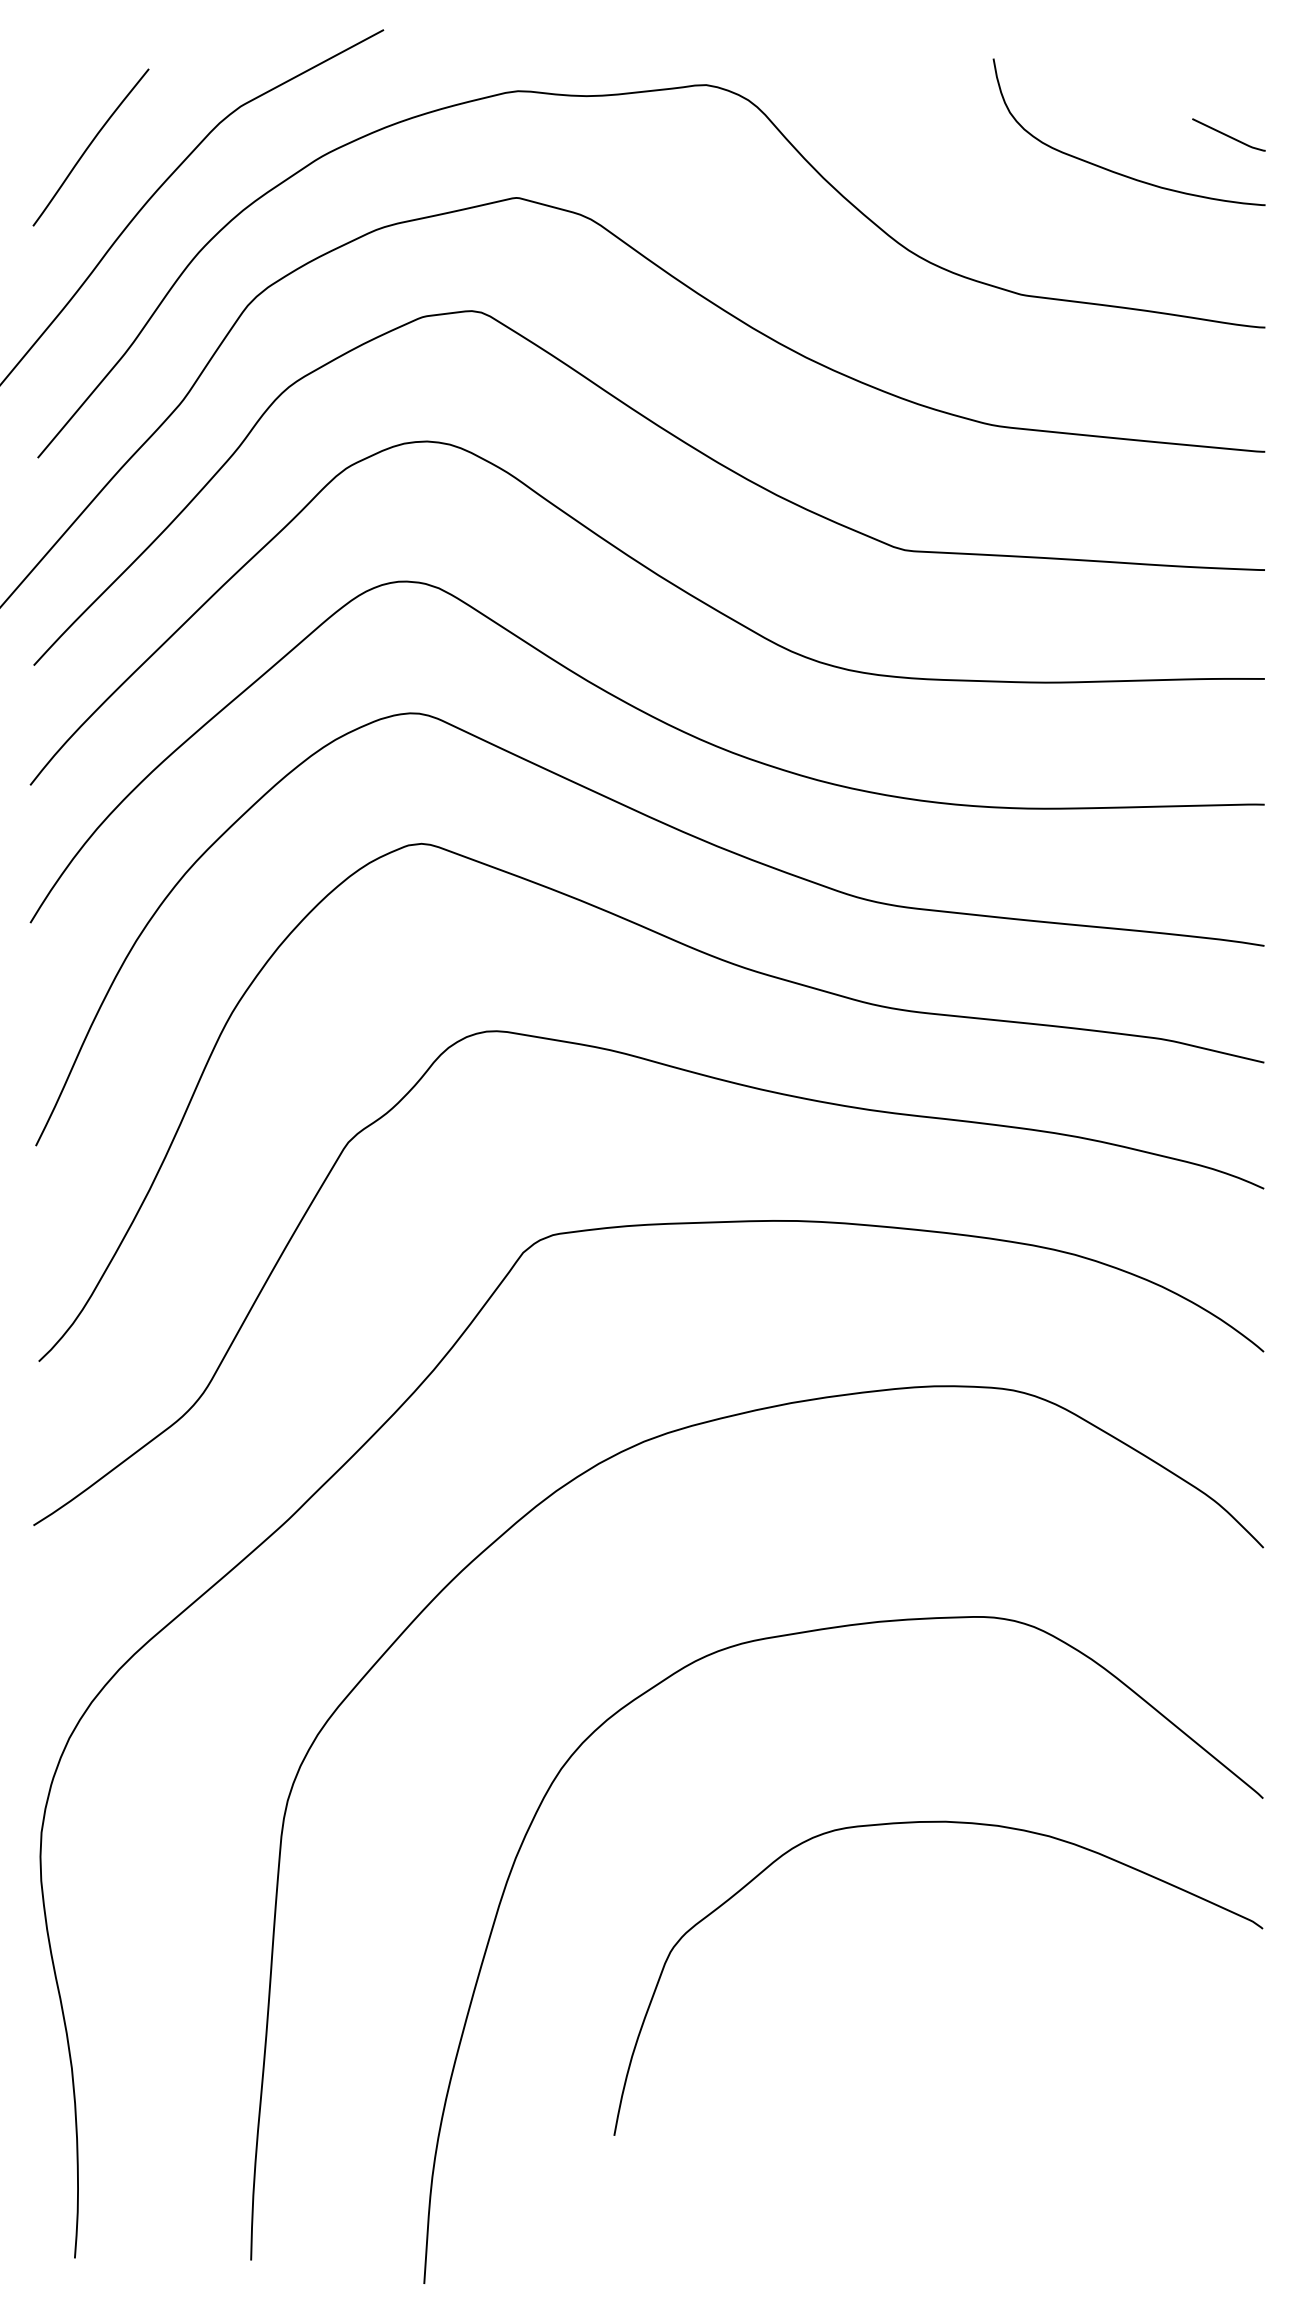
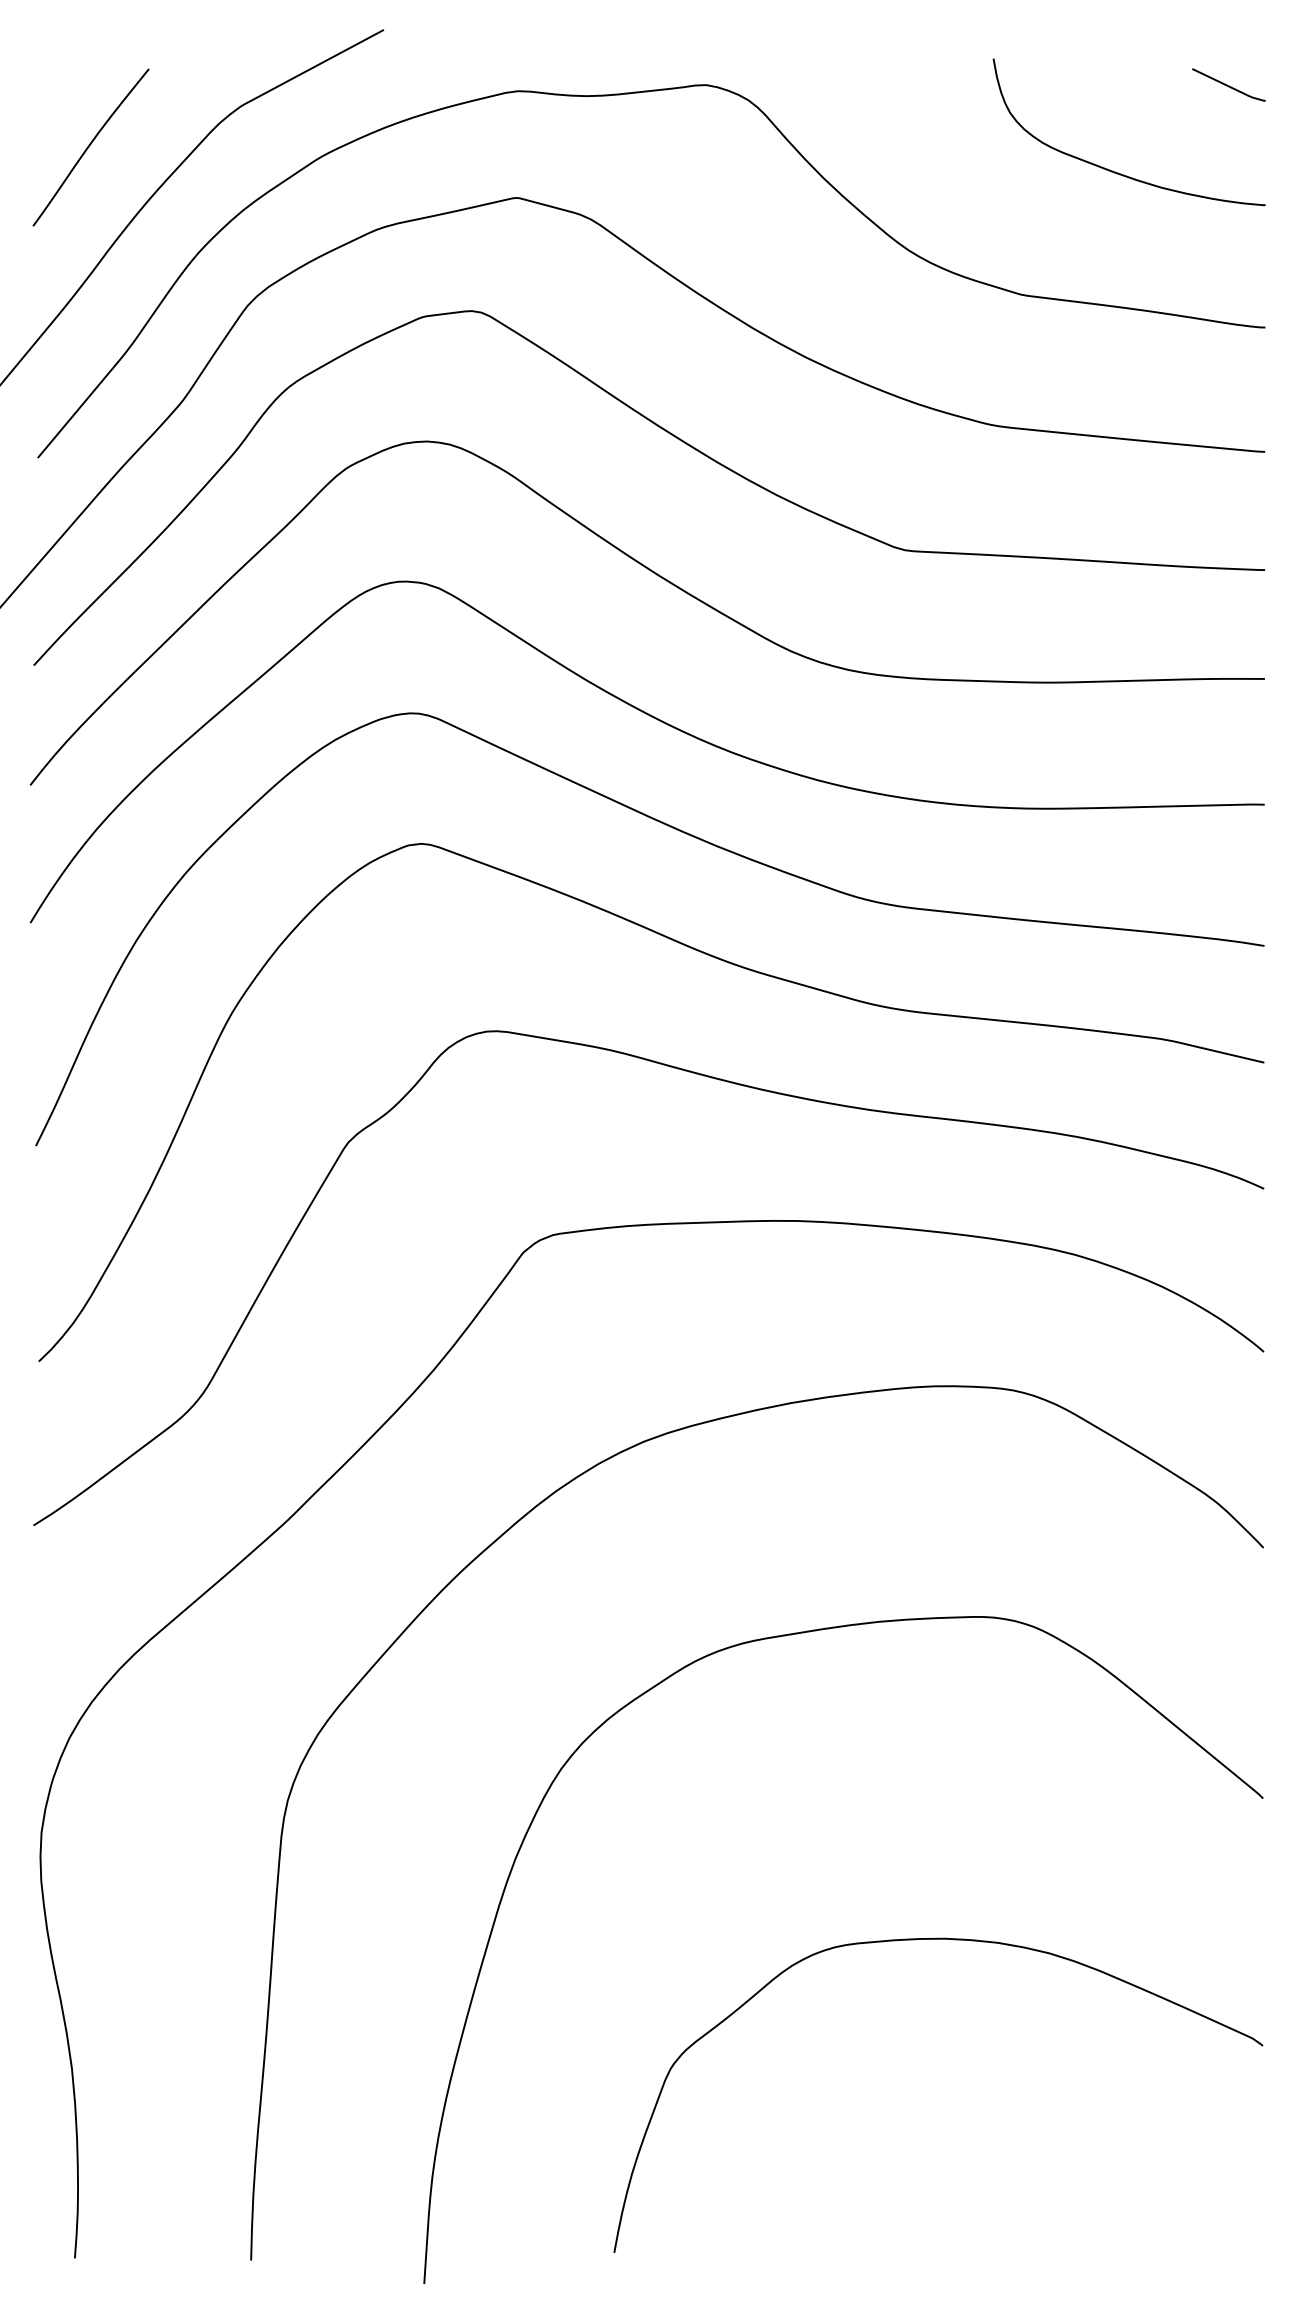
line at (1227, 134) position: (1227, 134) -> (1227, 84)
curve at (953, 1823) position: (953, 1823) -> (953, 1940)
